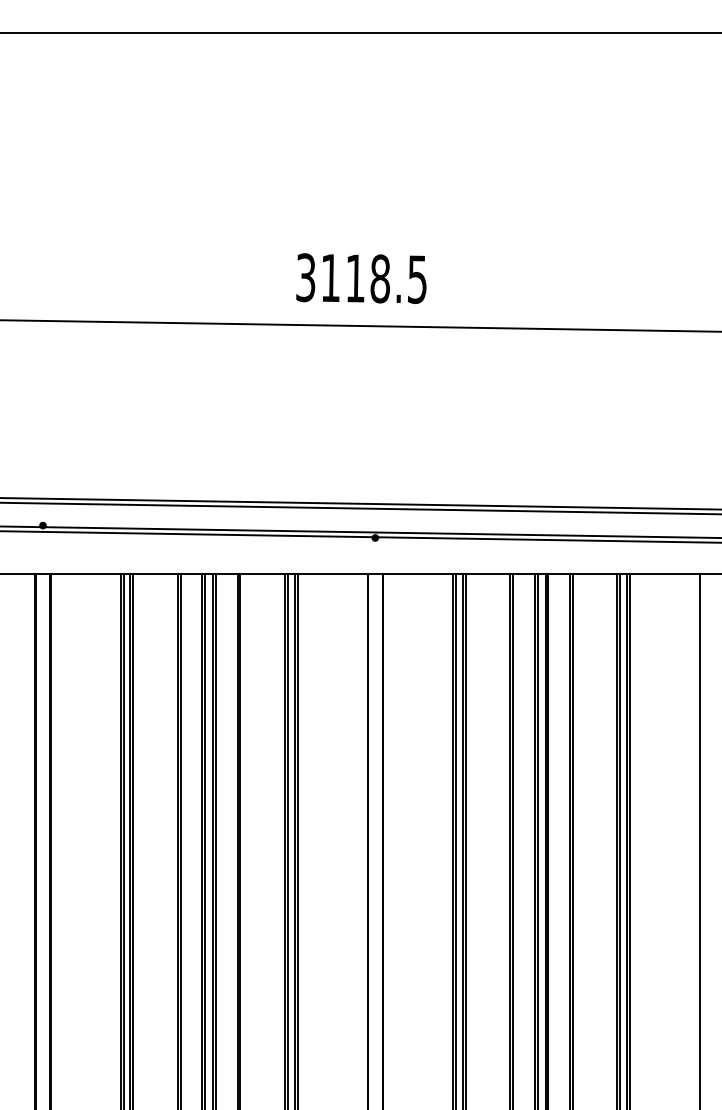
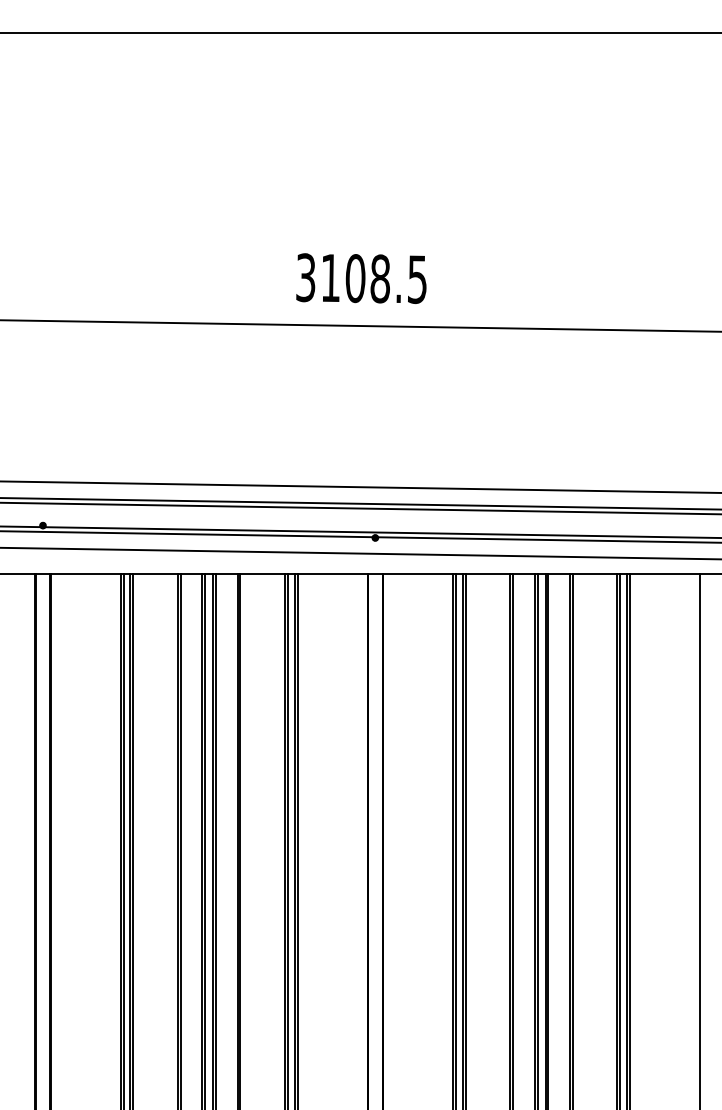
text at (355, 278): 3118.5 -> 3108.5
line at (360, 486): none -> present
line at (360, 553): none -> present
